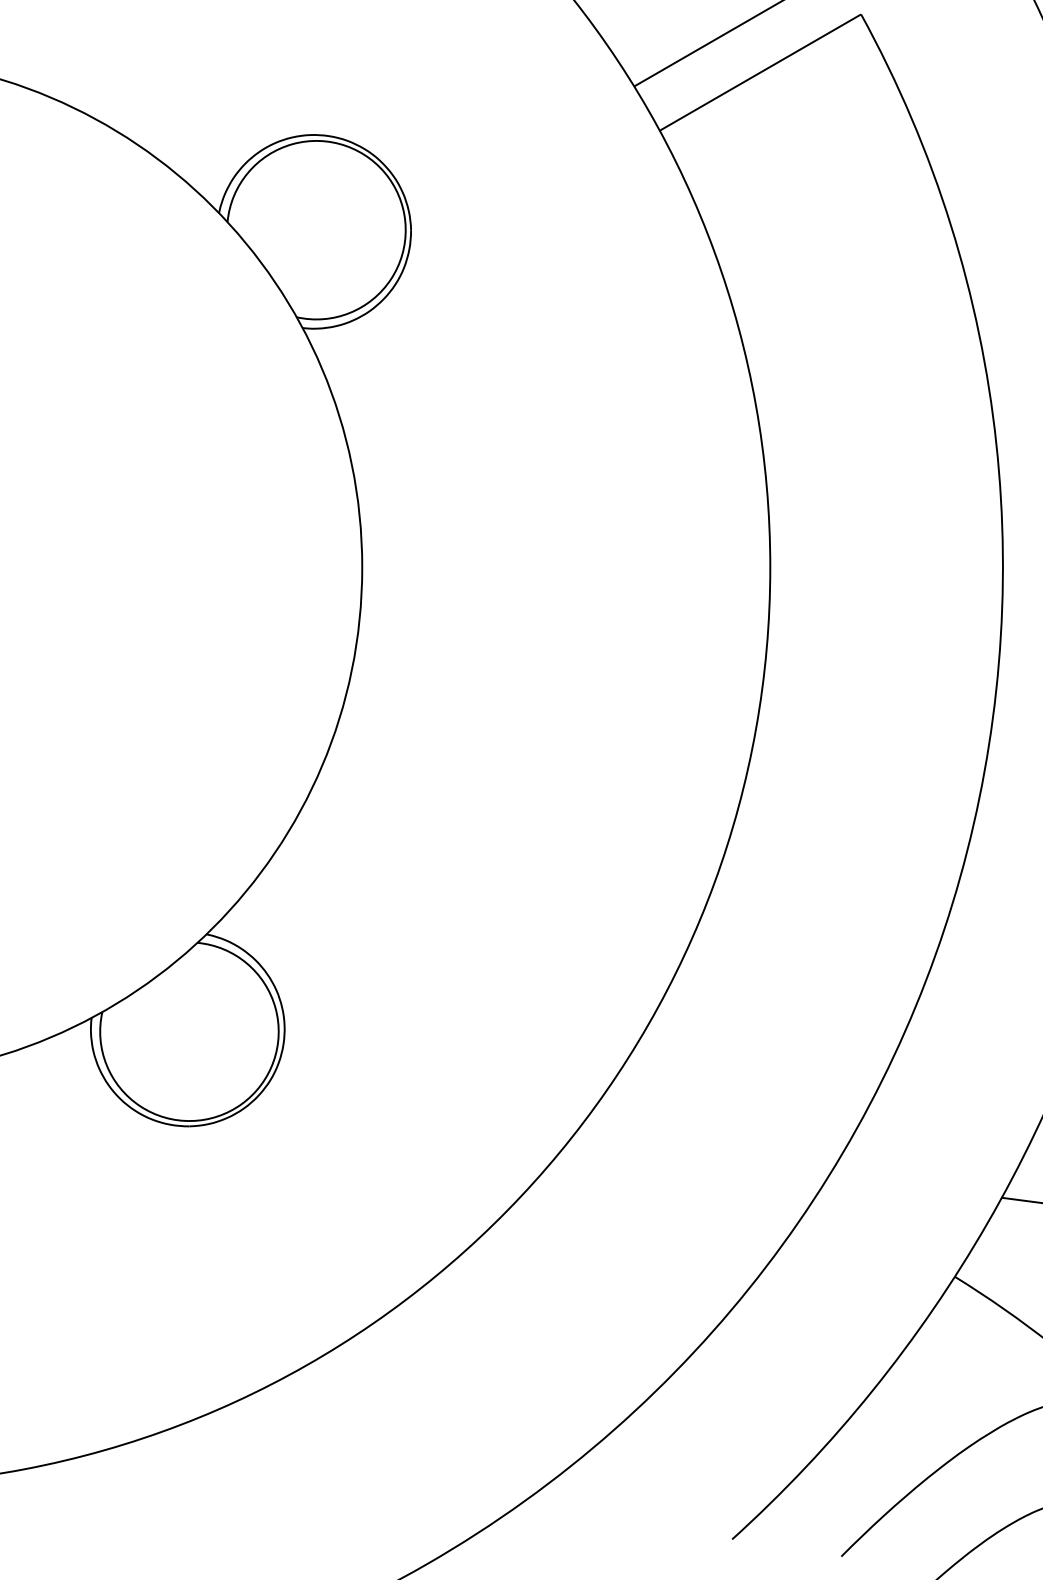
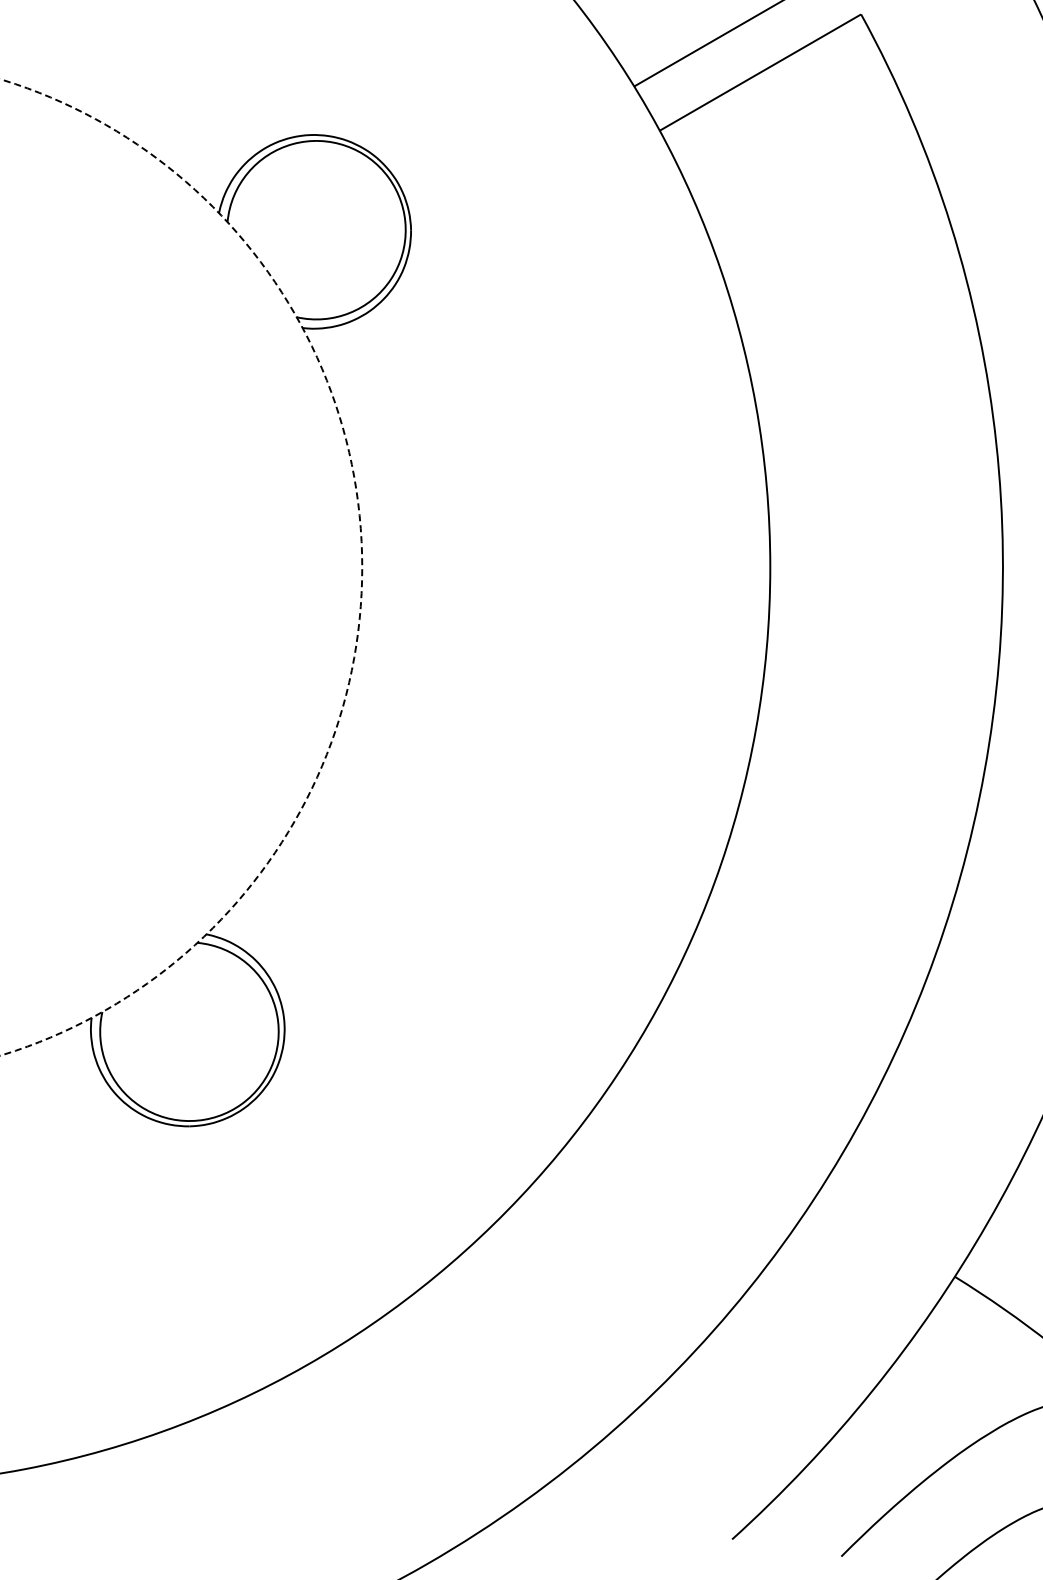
arc at (362, 567): solid -> dashed
line at (1020, 1199): present -> none
